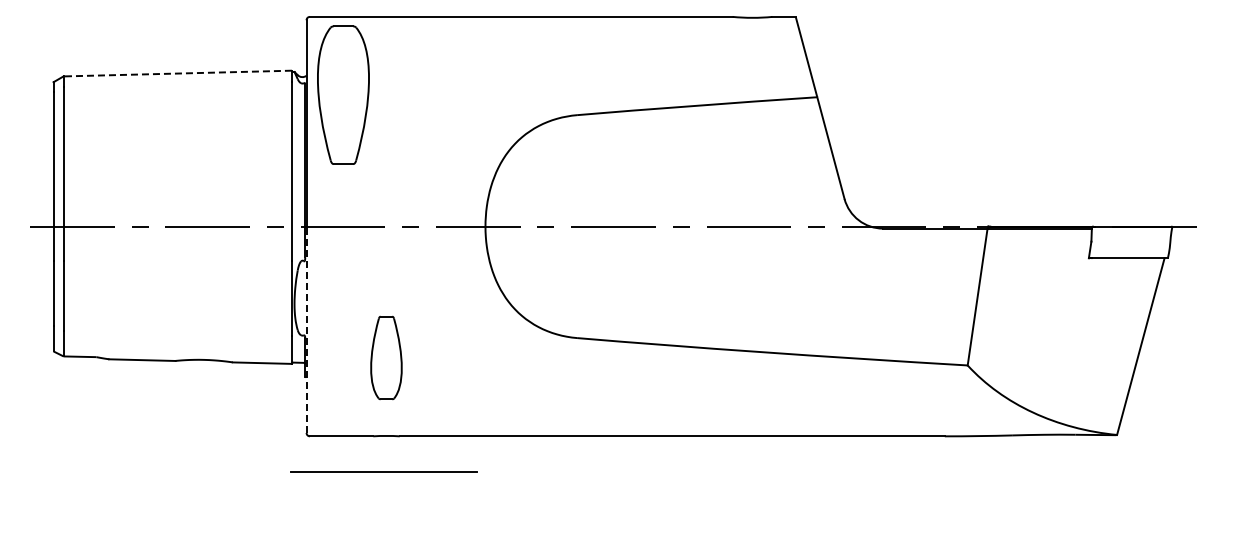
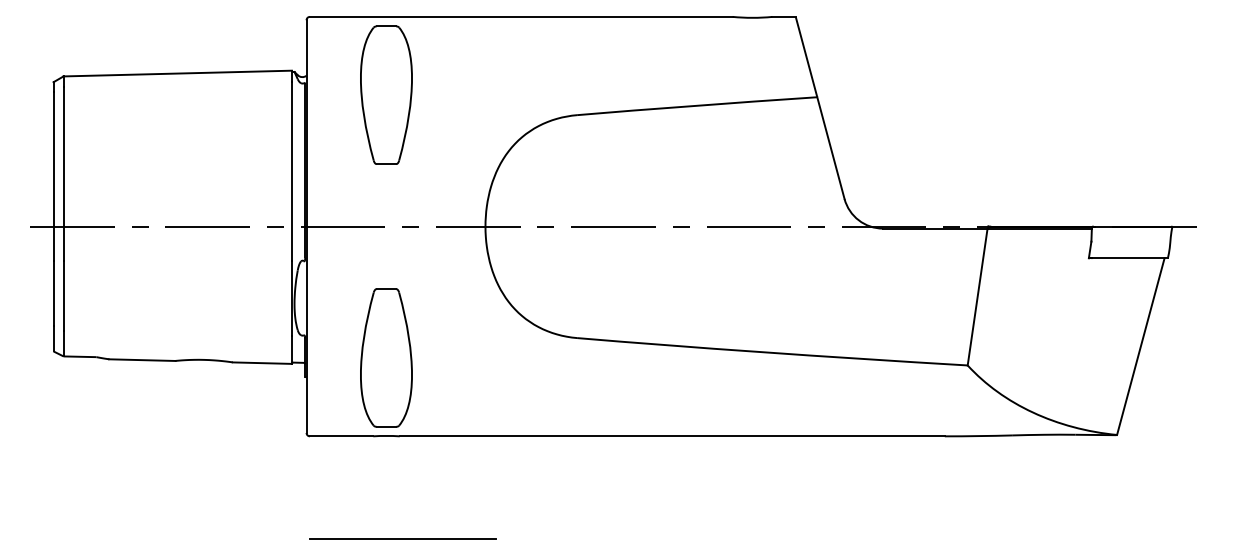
line at (177, 73): dashed -> solid
part at (343, 94) position: (343, 94) -> (386, 94)
line at (306, 329): dashed -> solid
part at (386, 357) size: 33x86 px -> 53x140 px
line at (383, 471) position: (383, 471) -> (402, 538)
